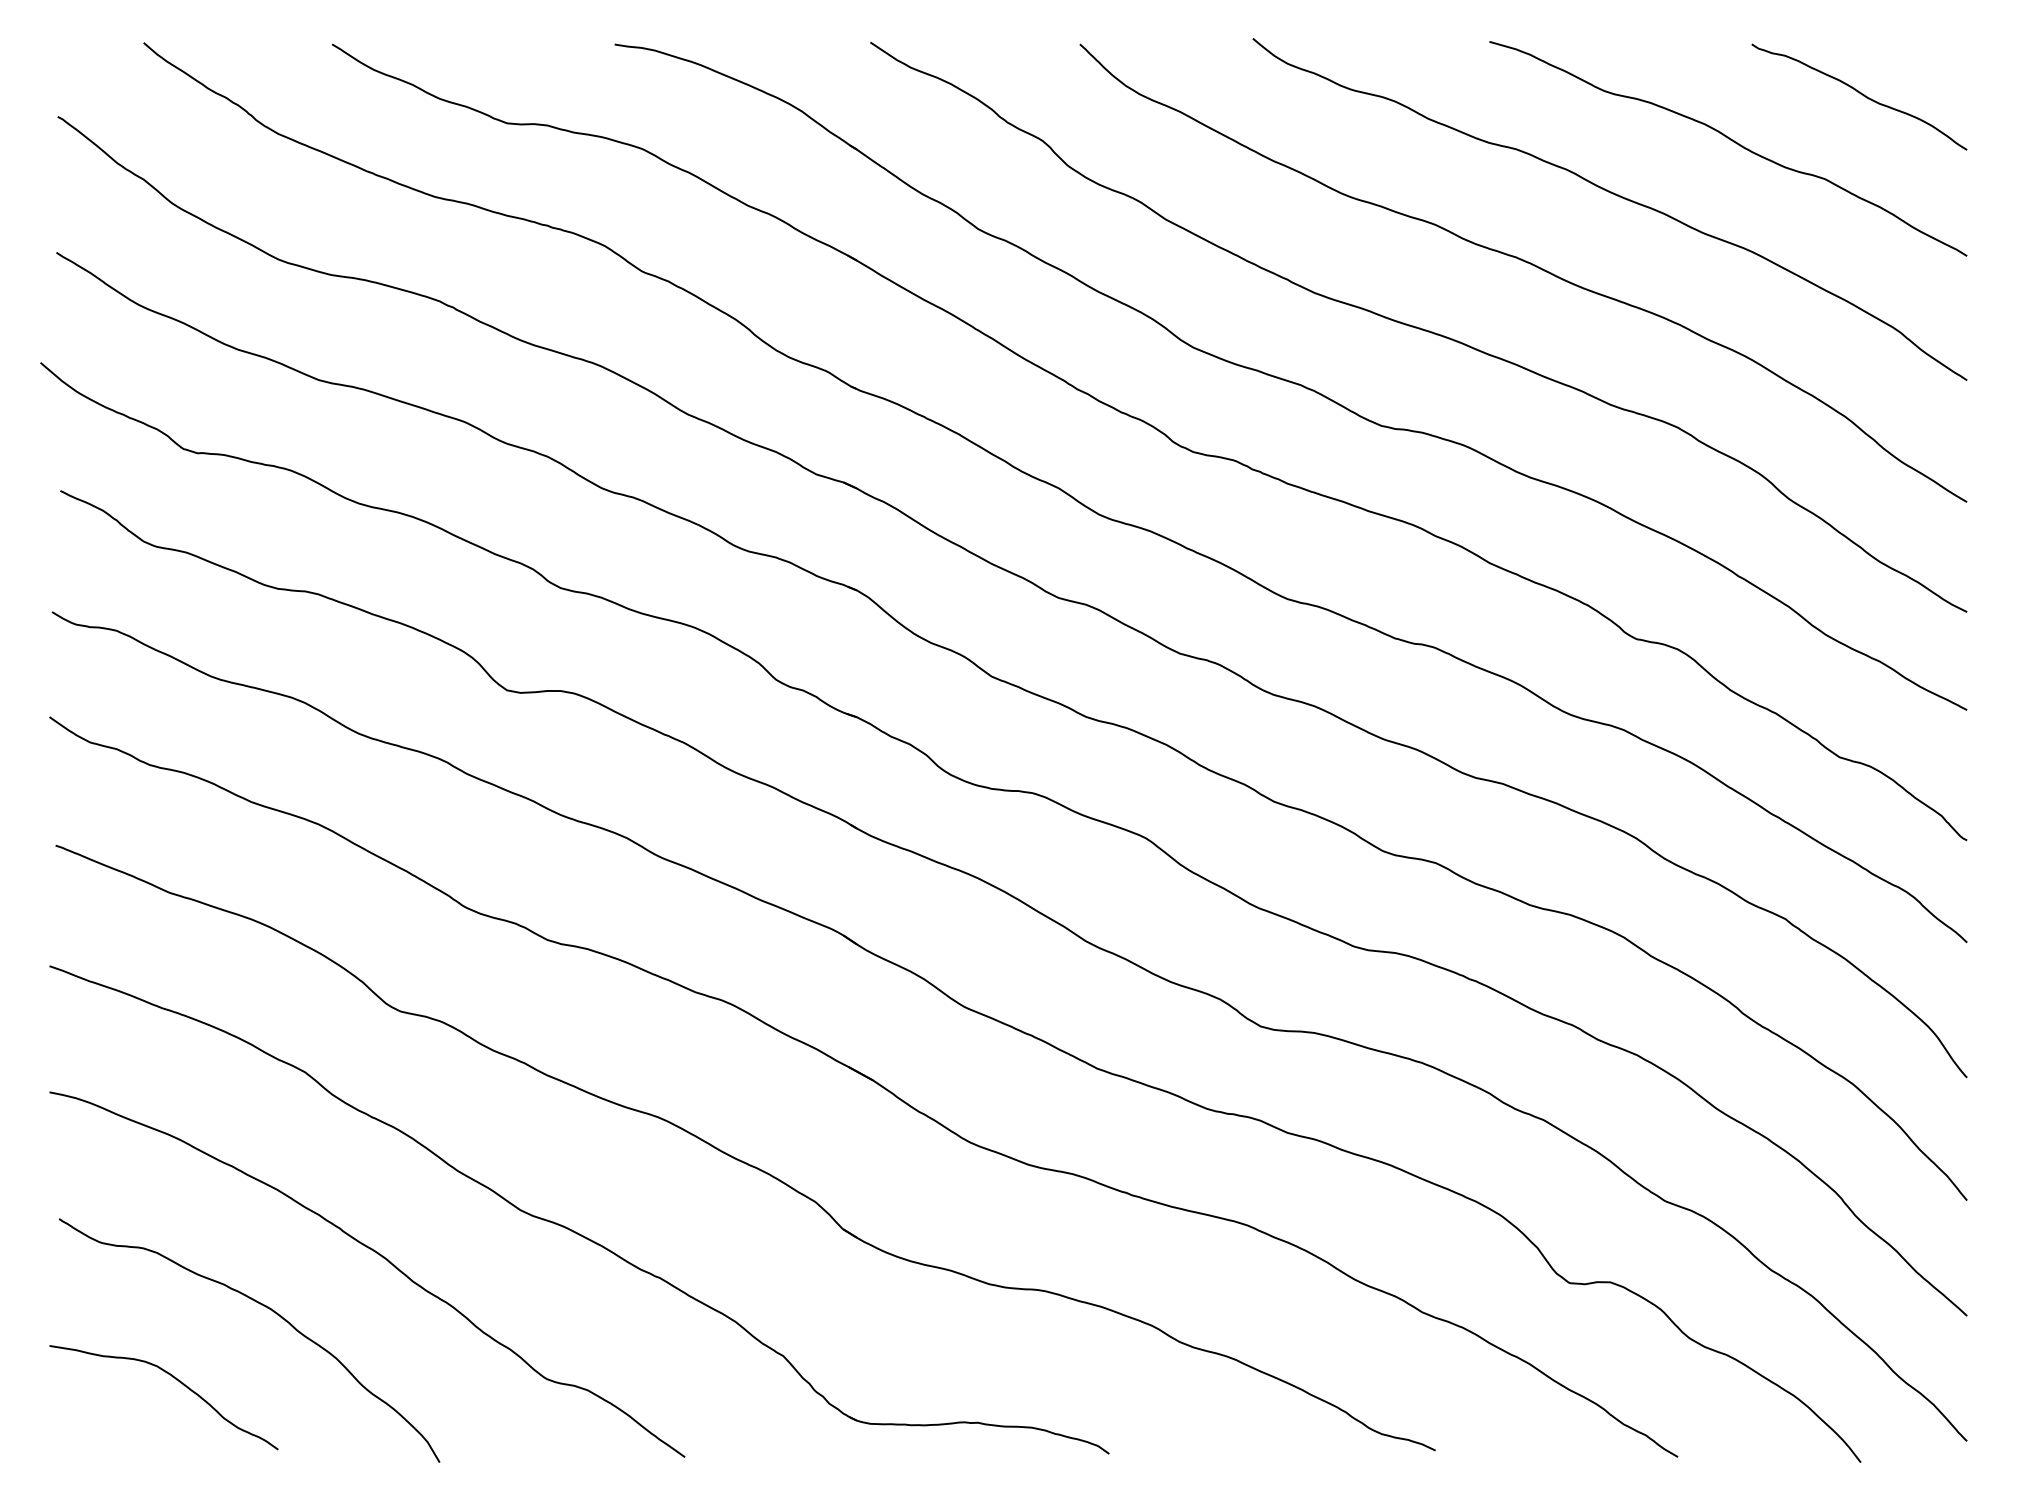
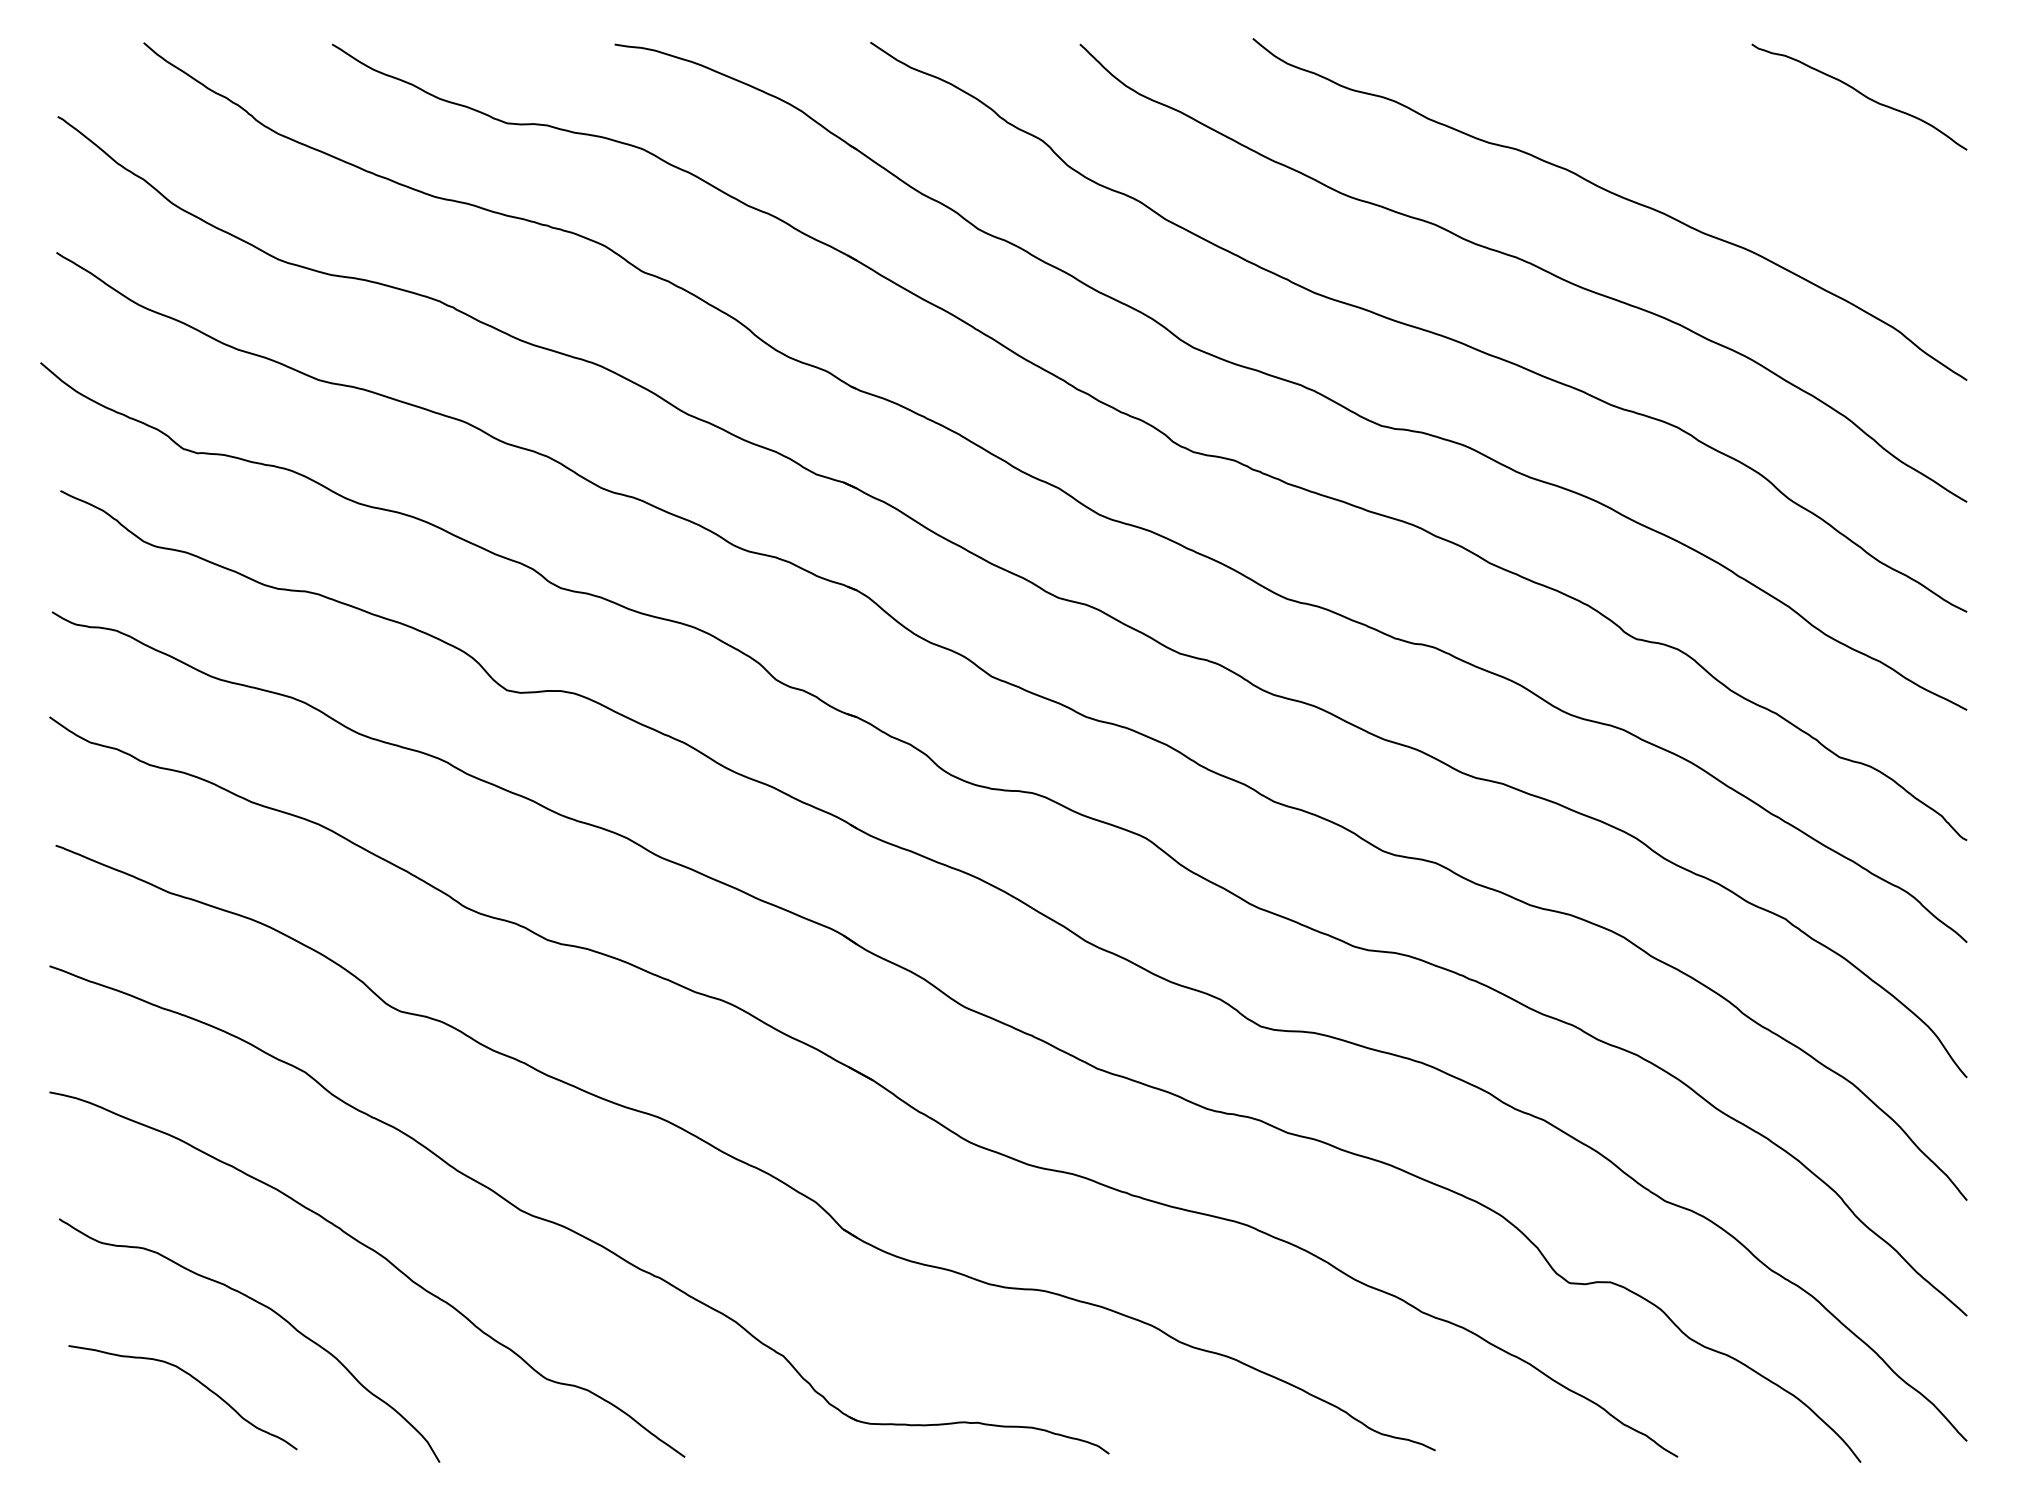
curve at (1733, 142): present -> none
curve at (176, 1380) position: (176, 1380) -> (195, 1380)
